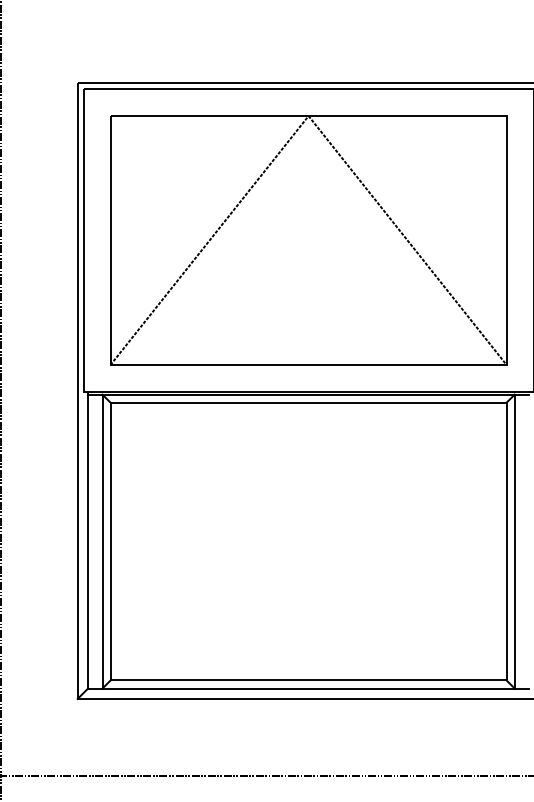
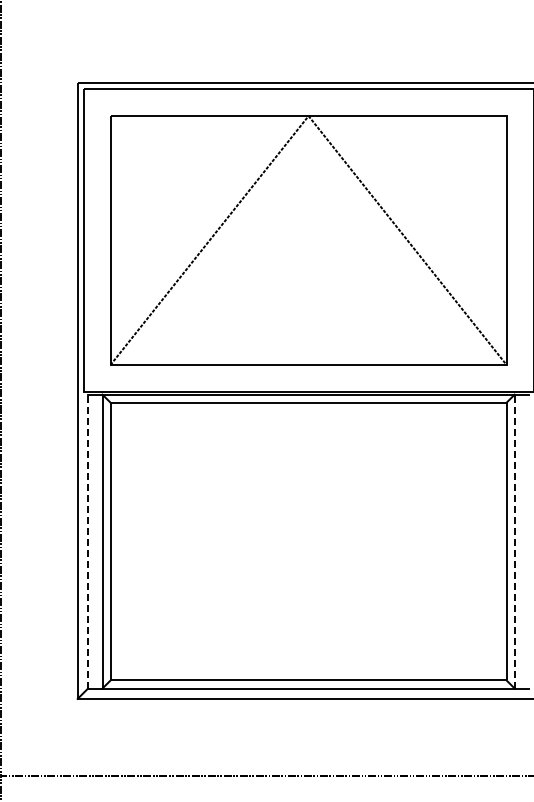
line at (88, 539): solid -> dashed
line at (514, 541): solid -> dashed
